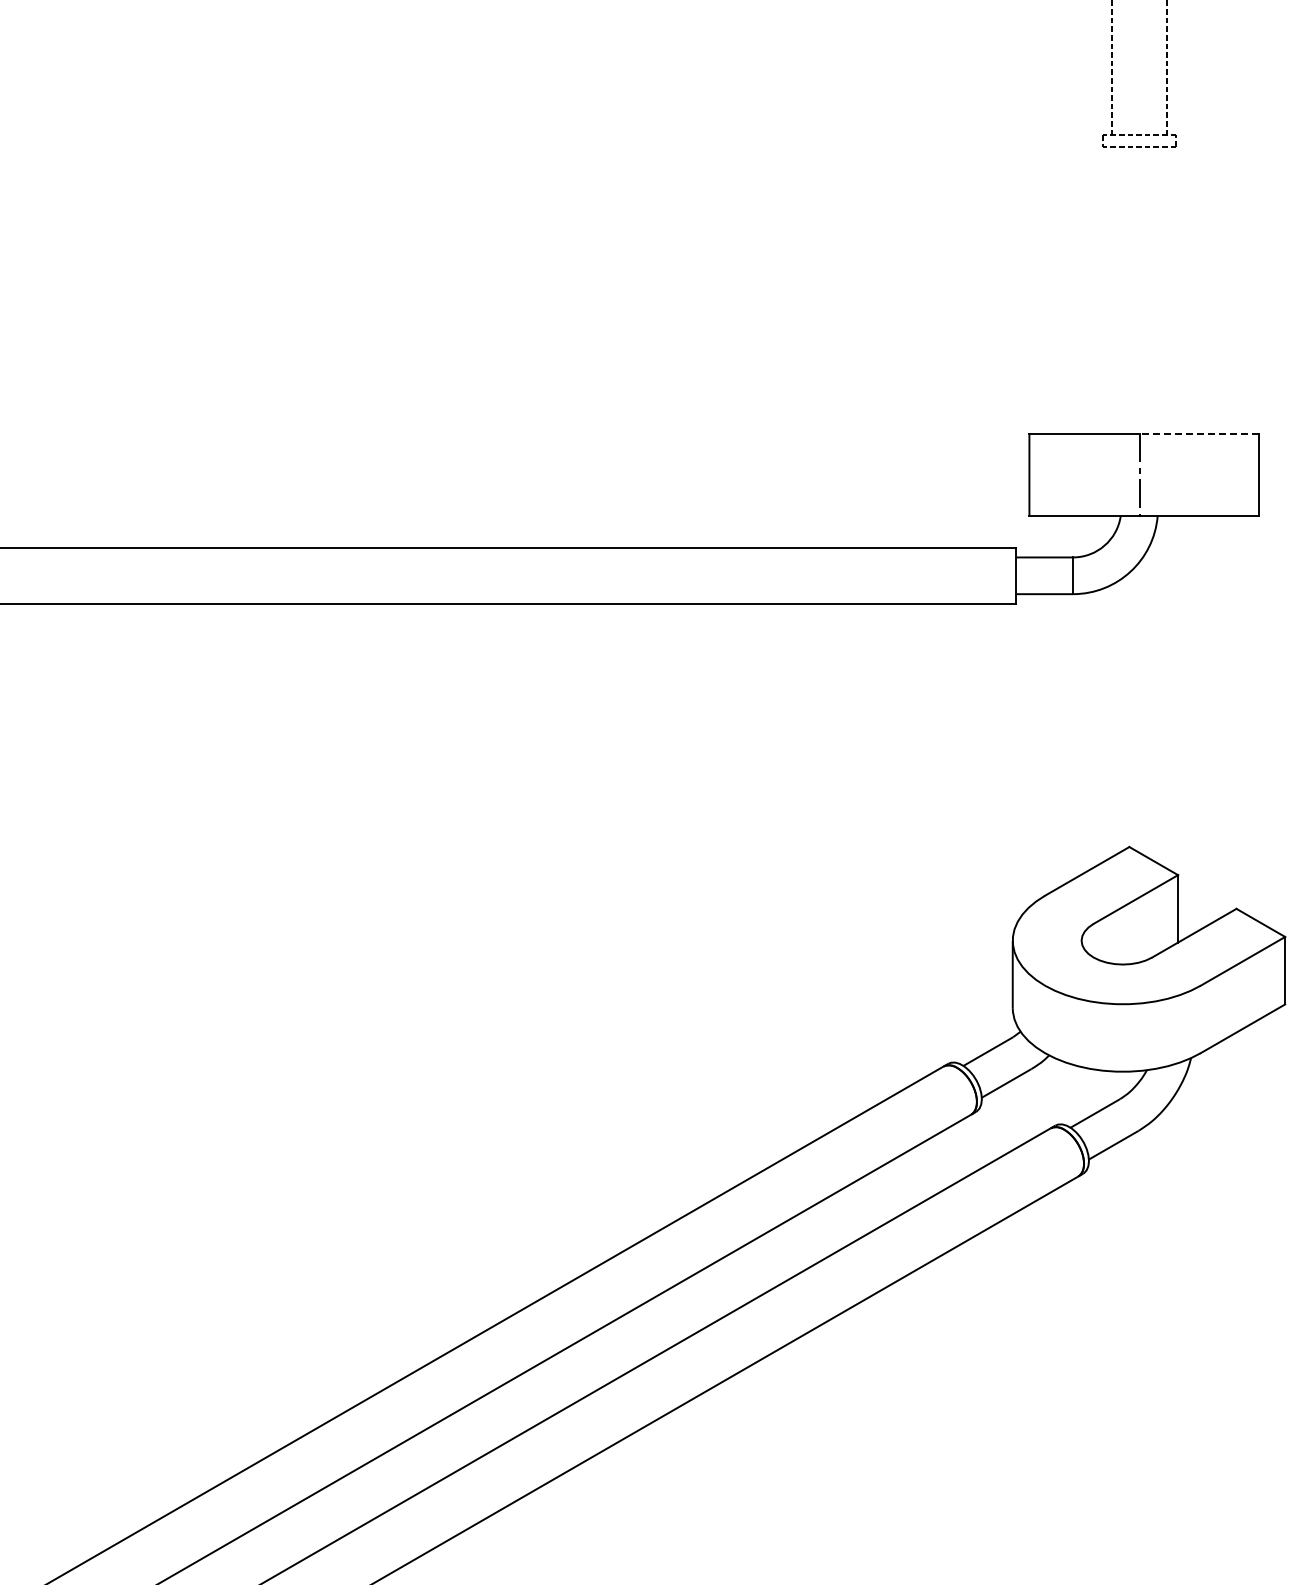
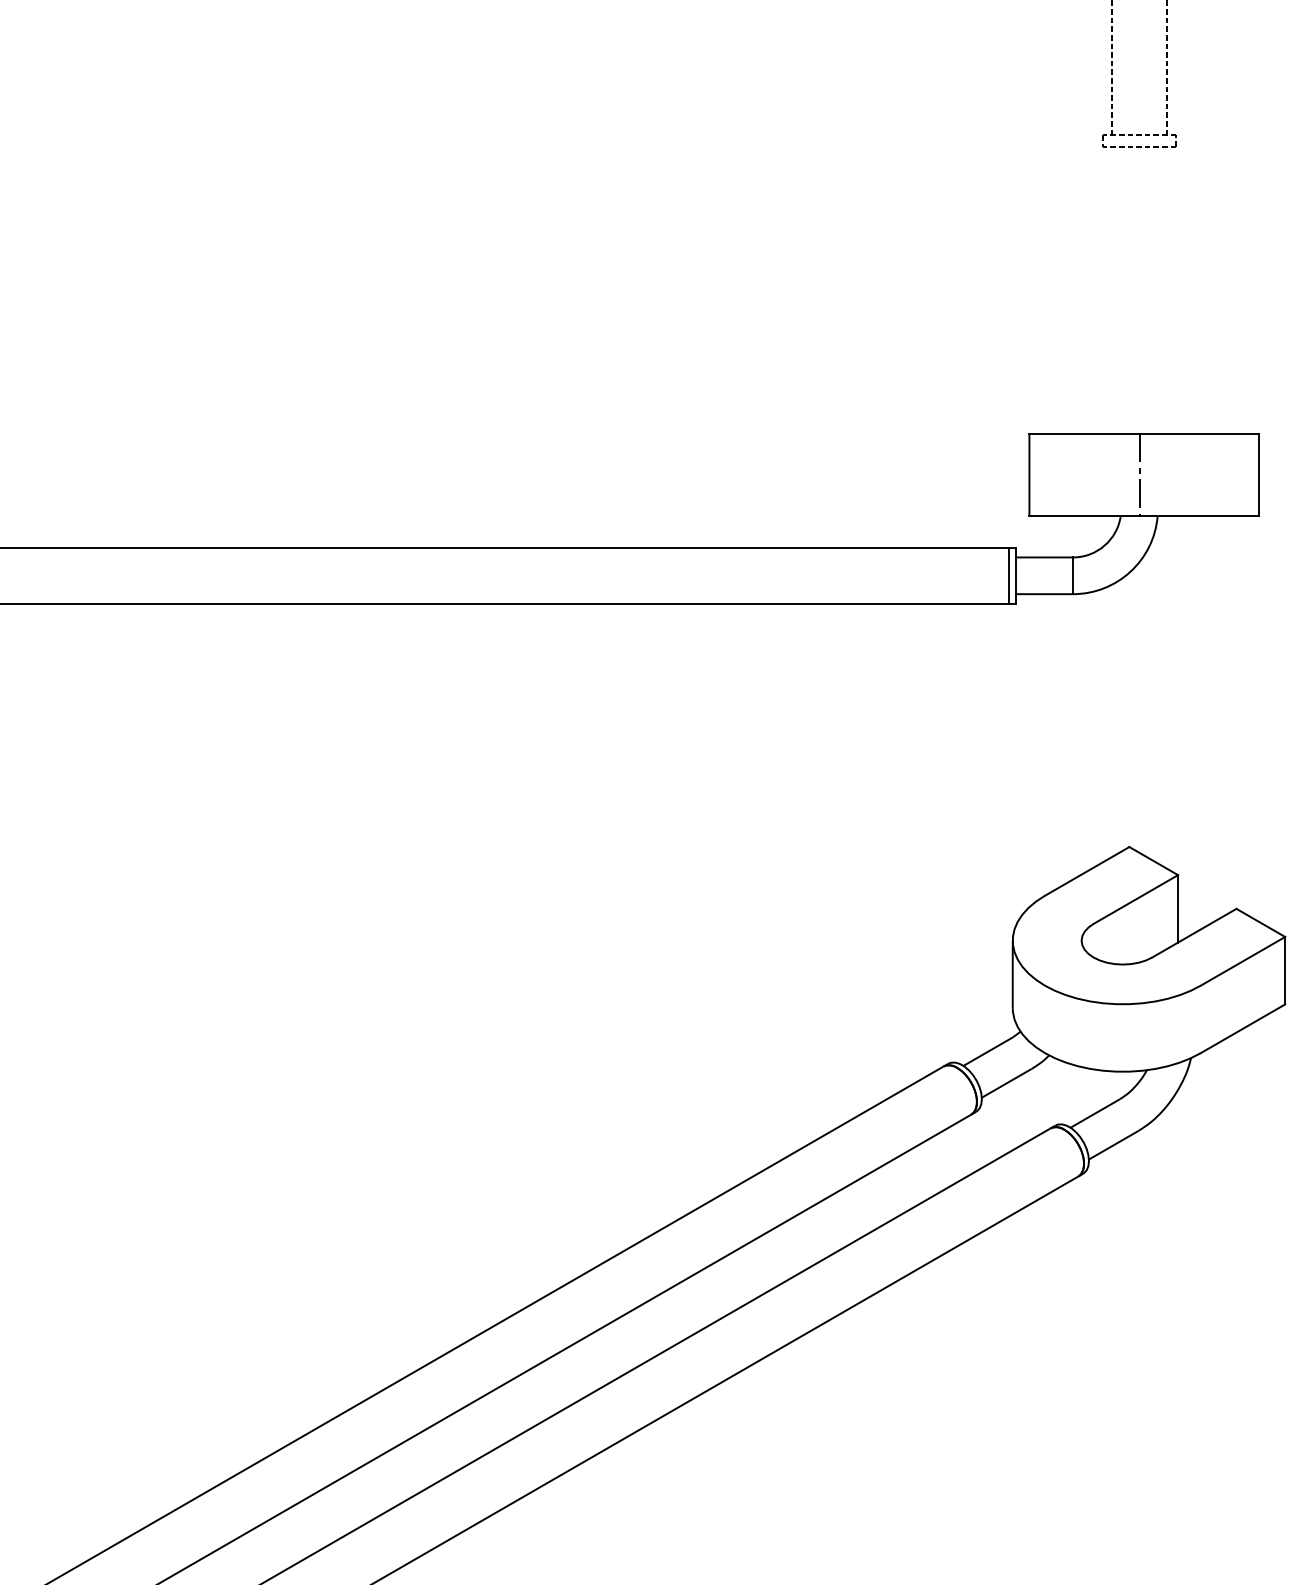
line at (1199, 433): dashed -> solid
line at (1008, 575): none -> present
